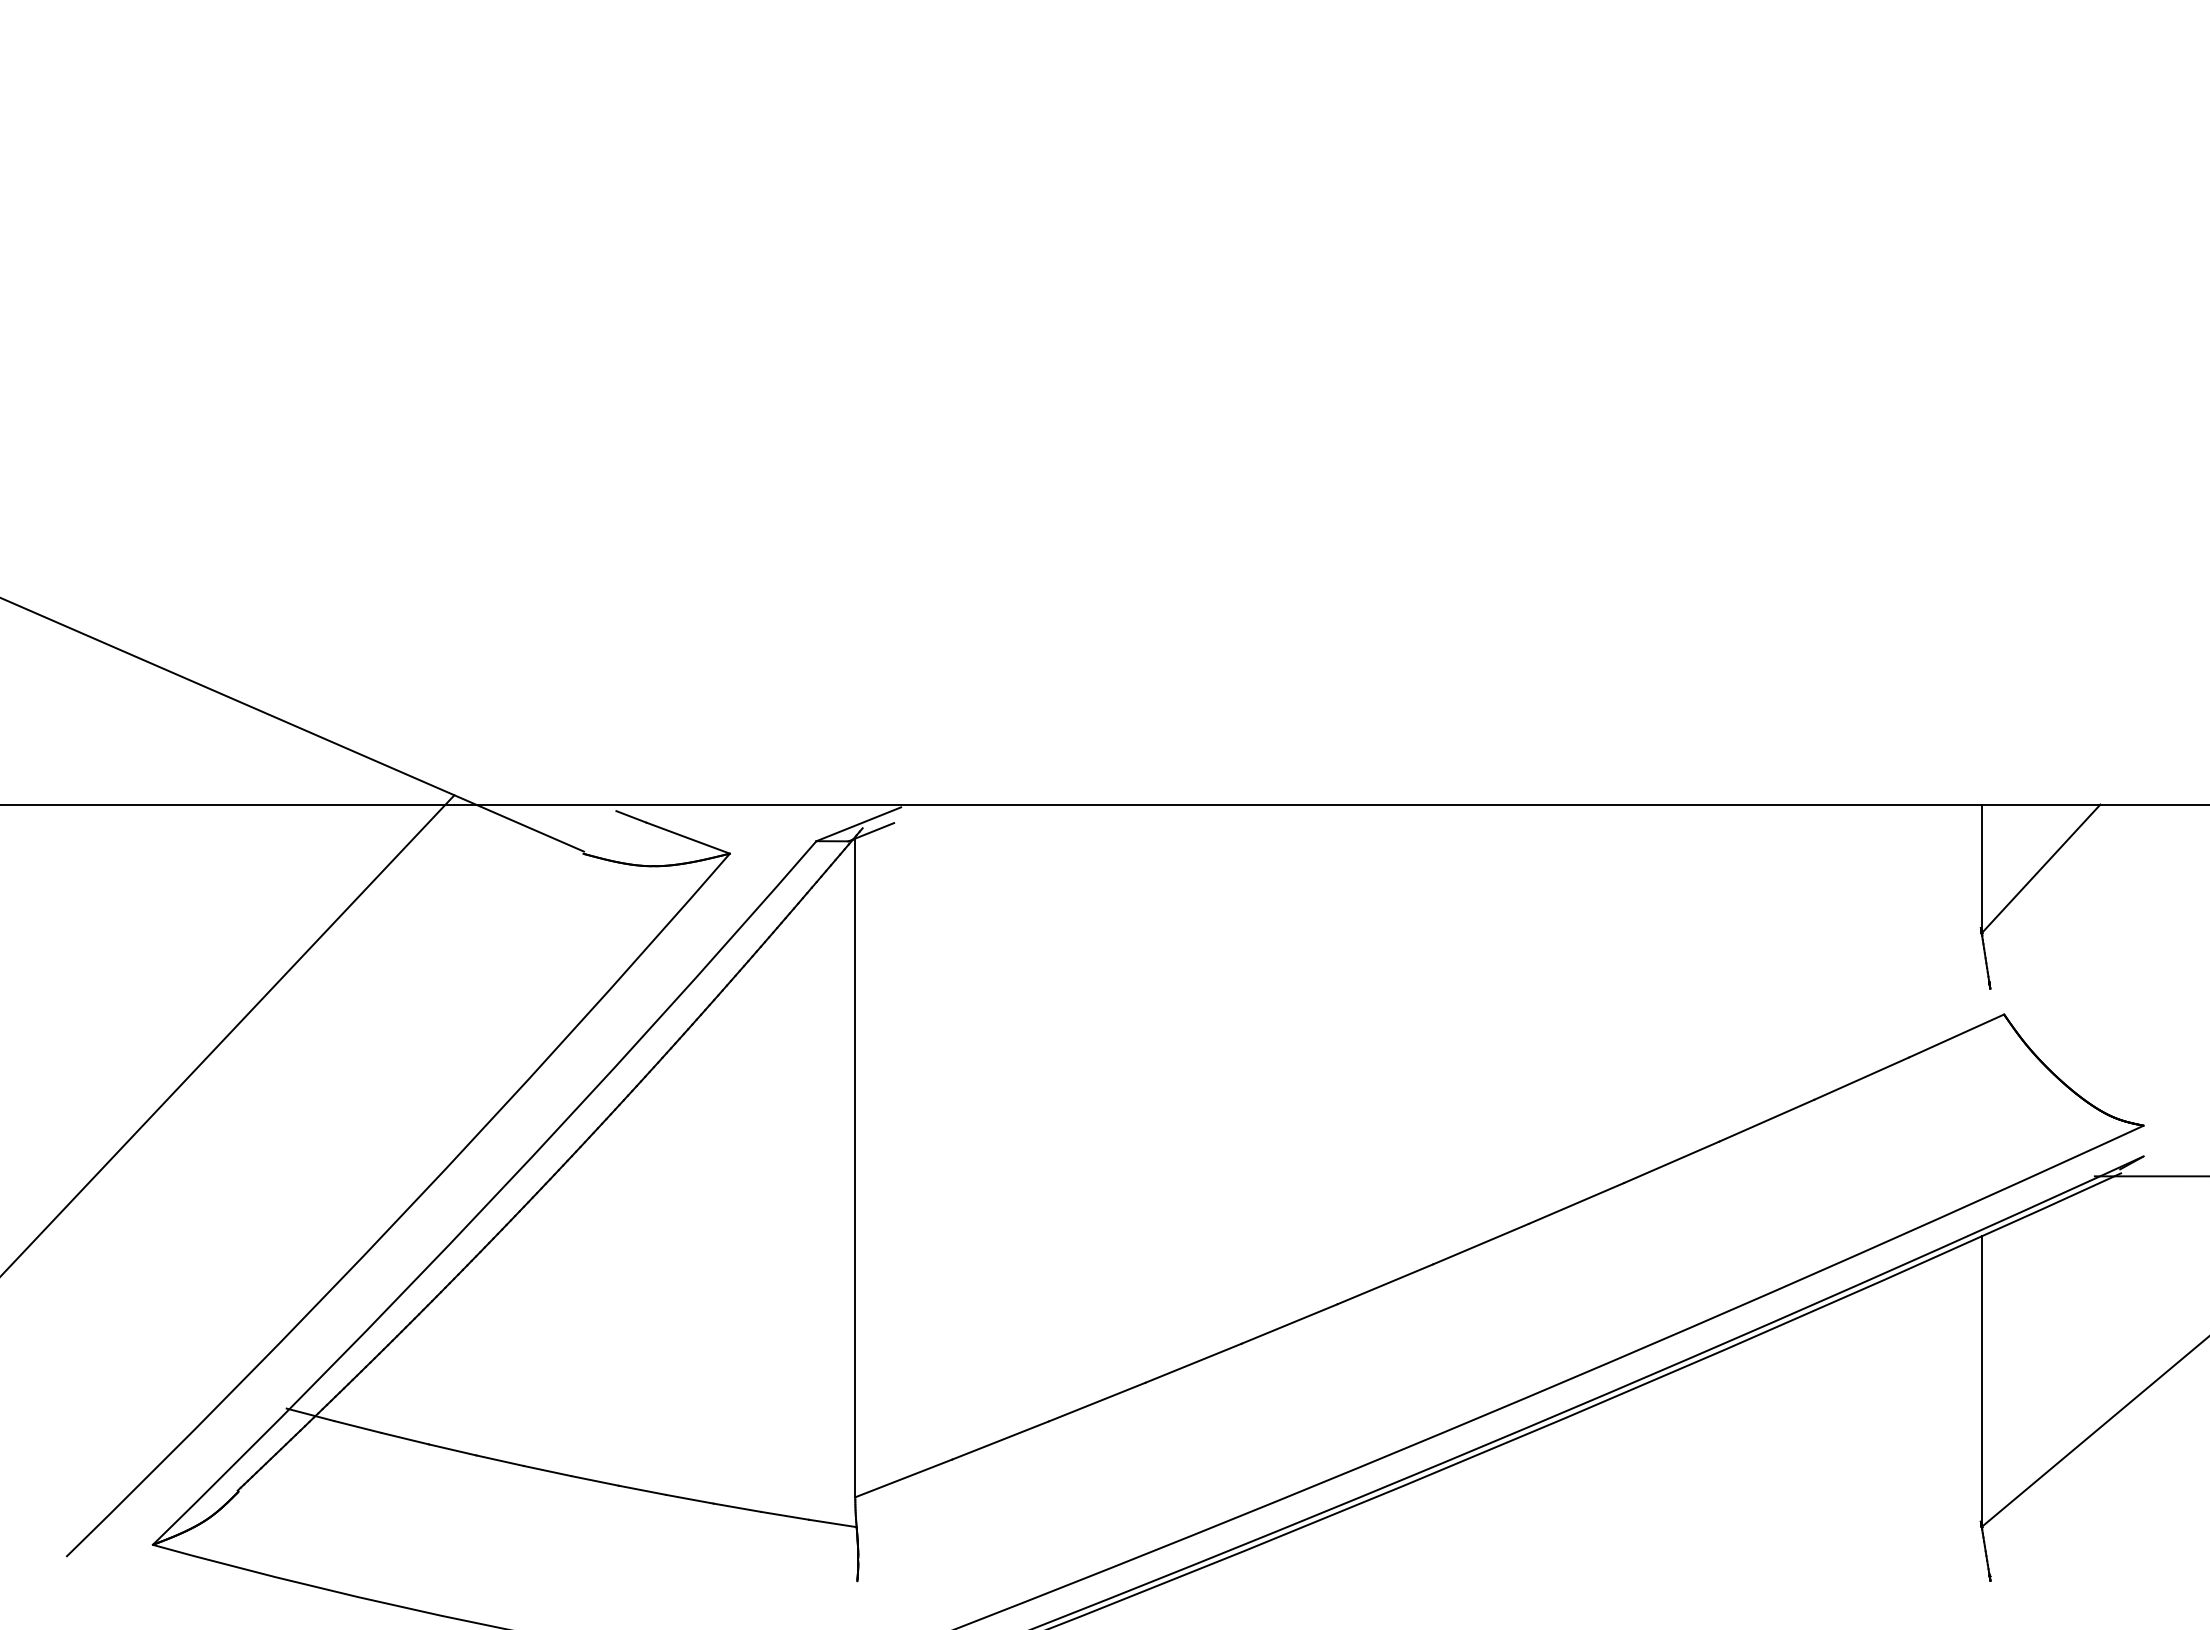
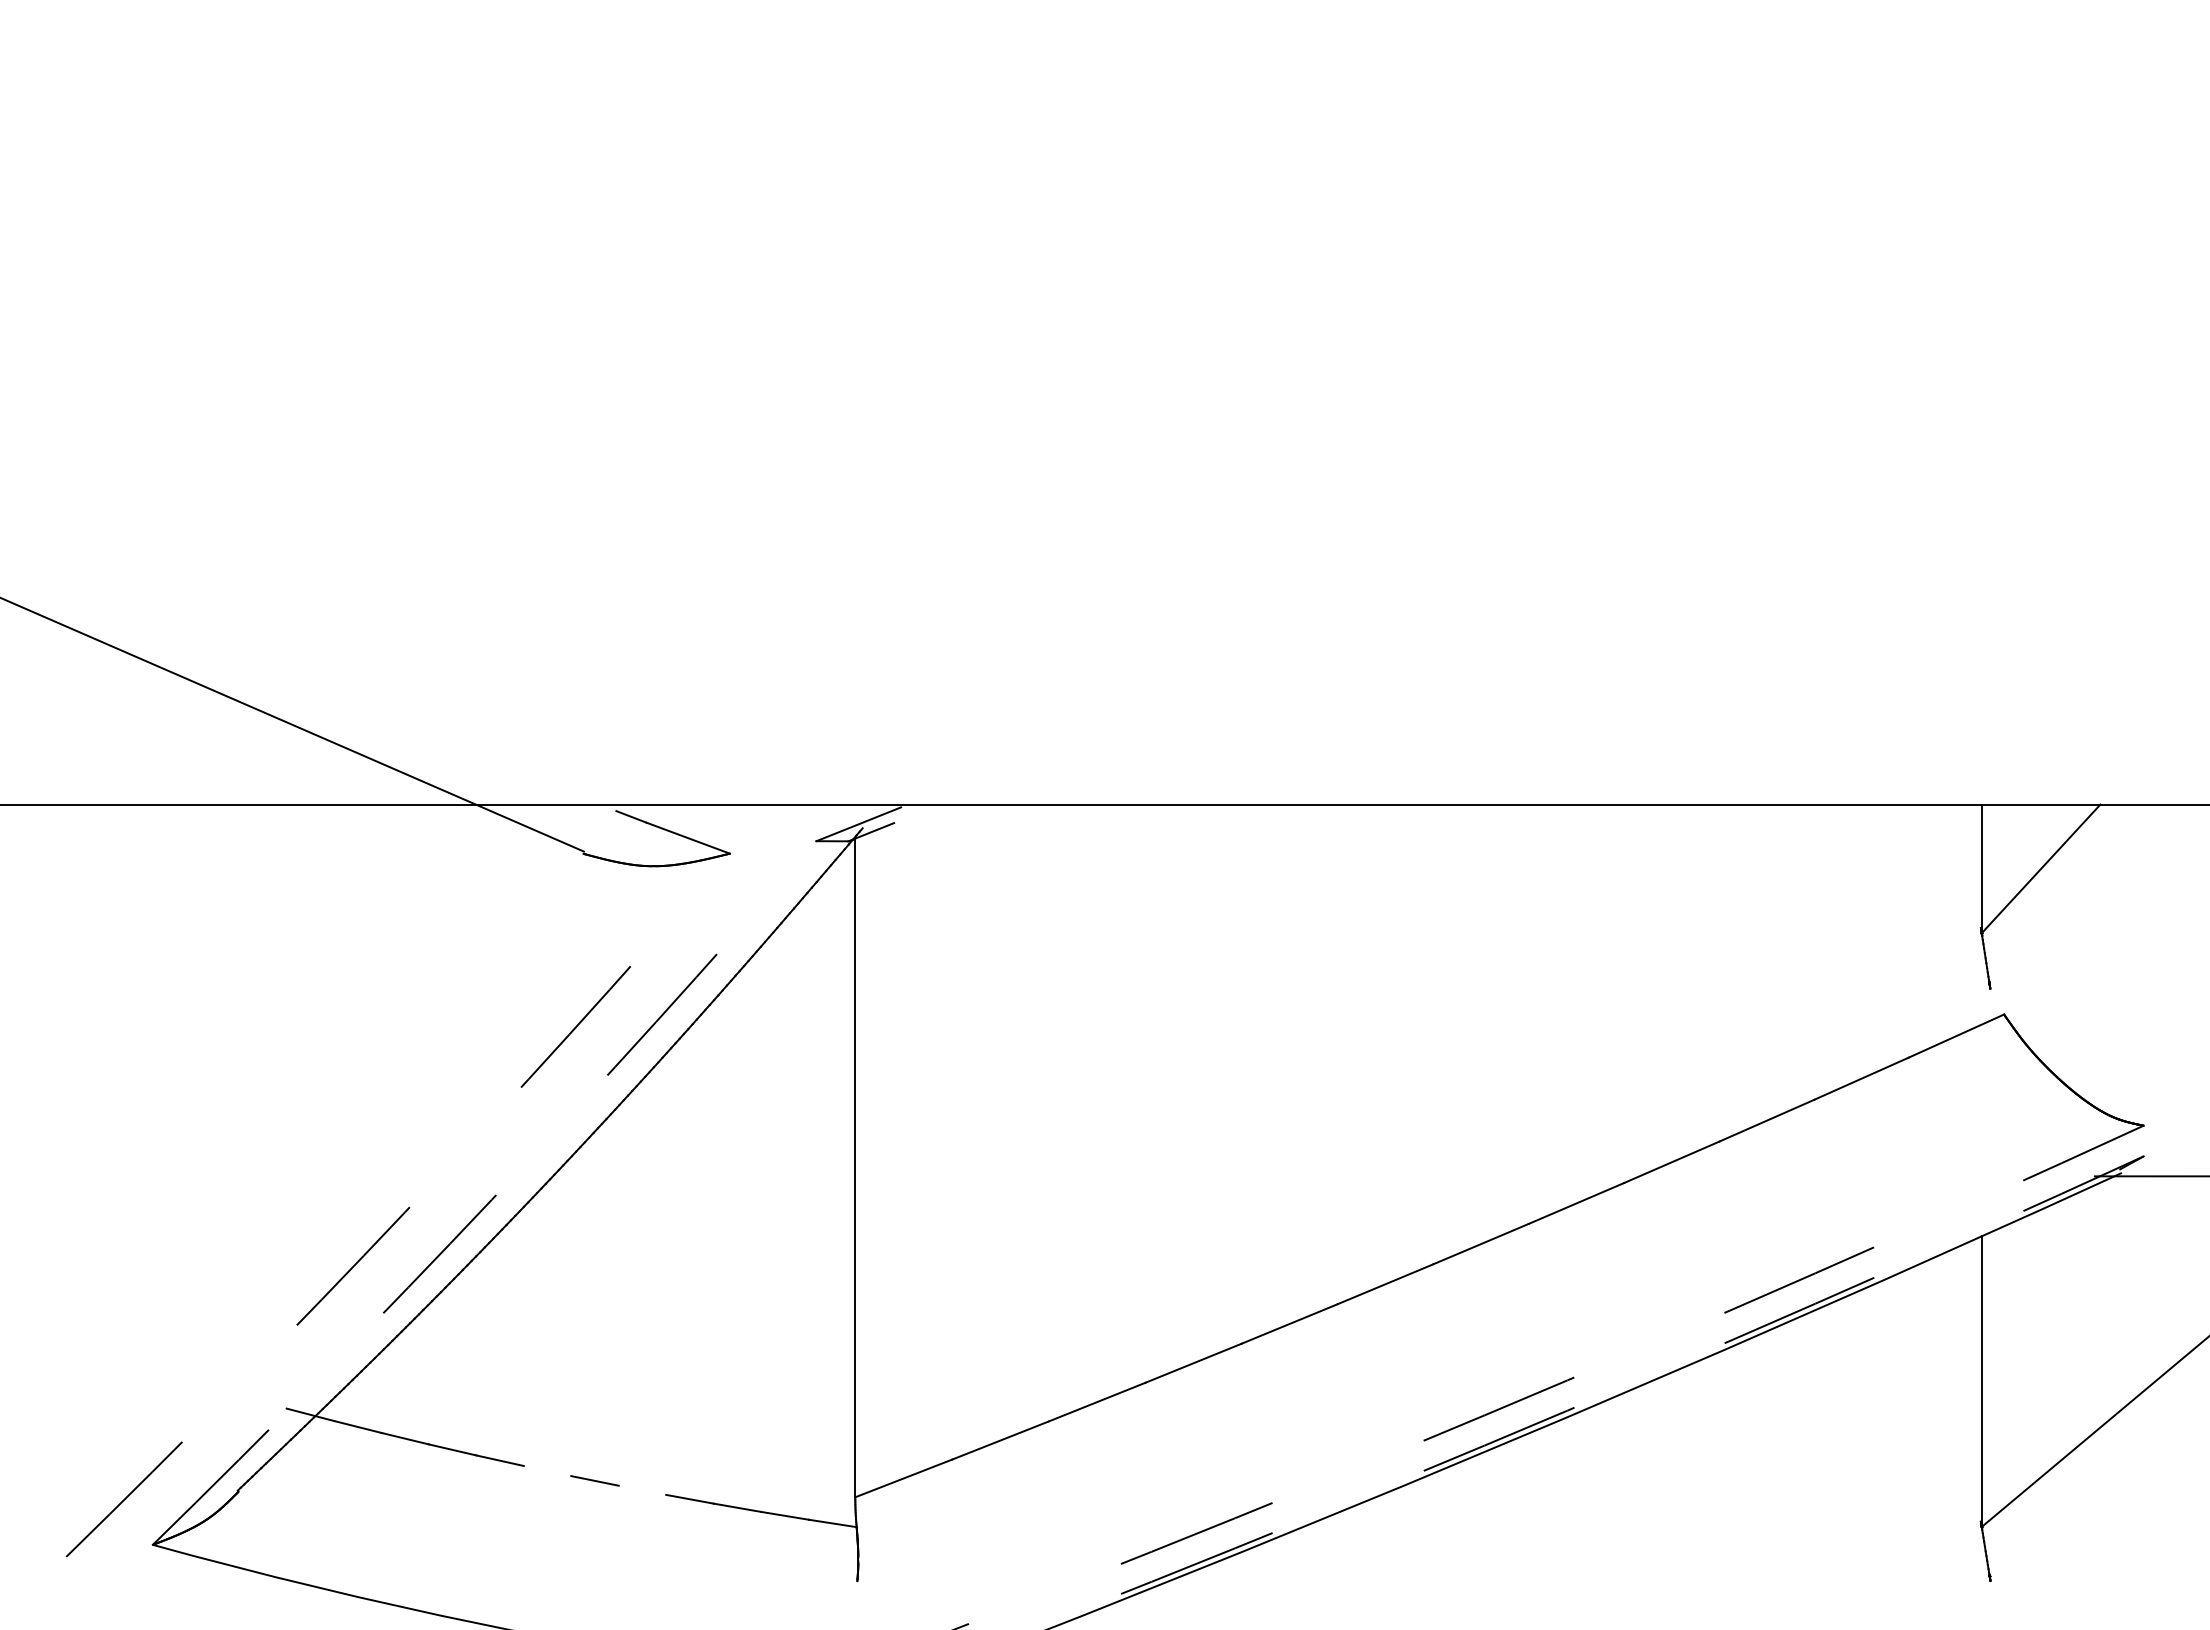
line at (228, 1034): present -> none
arc at (491, 1199): solid -> dashed
arc at (405, 1212): solid -> dashed
arc at (1551, 1386): solid -> dashed
arc at (1590, 1400): solid -> dashed
line at (547, 1470): present -> none
line at (642, 1489): present -> none
